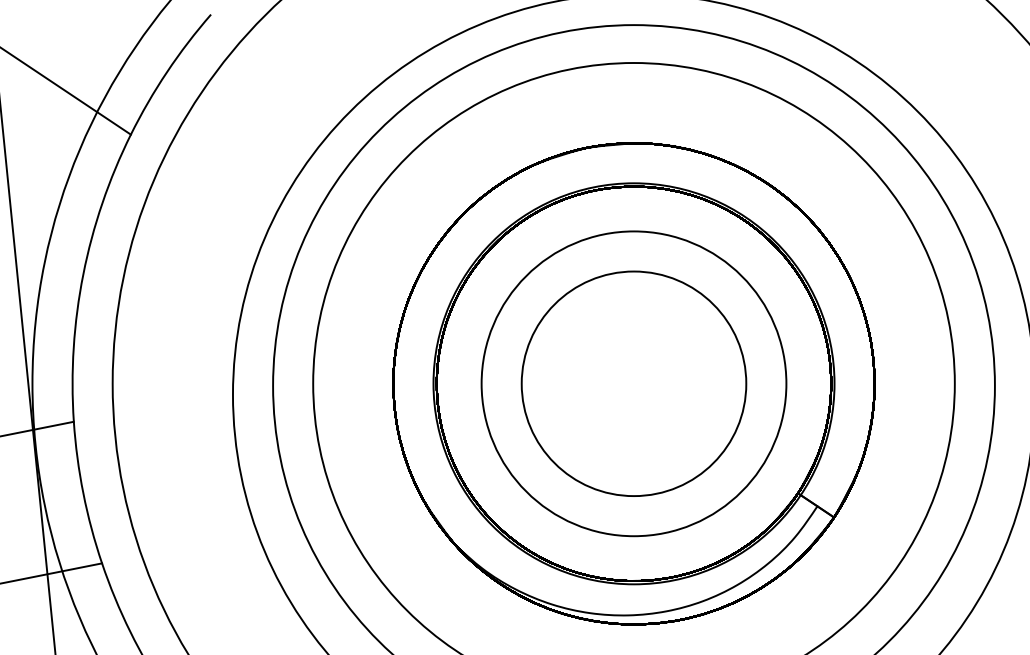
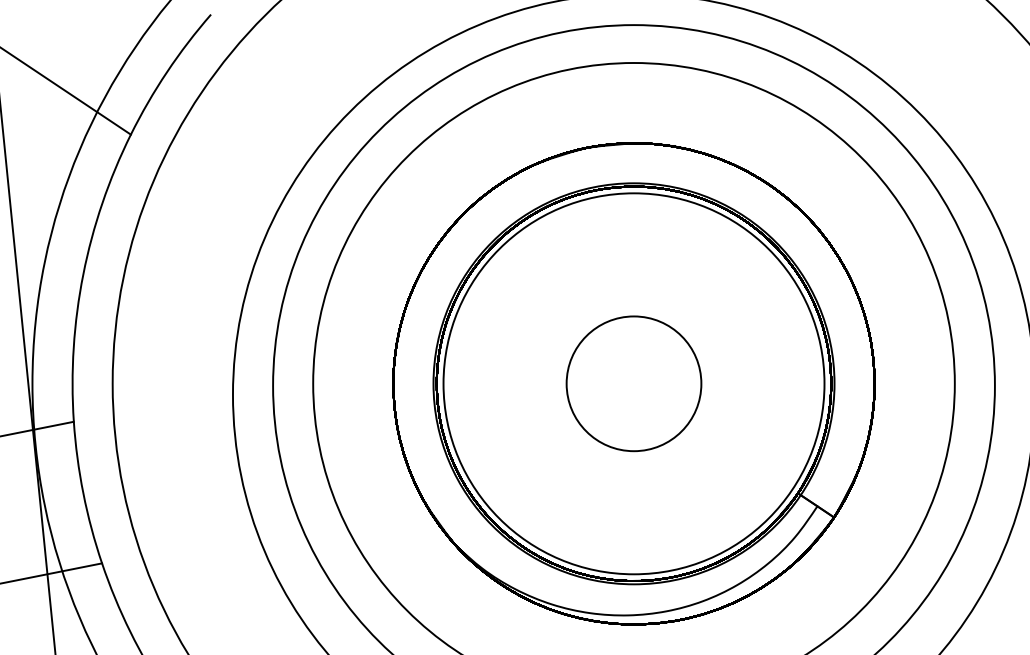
circle at (633, 383) diameter: 225 px -> 135 px
circle at (633, 383) diameter: 305 px -> 381 px
